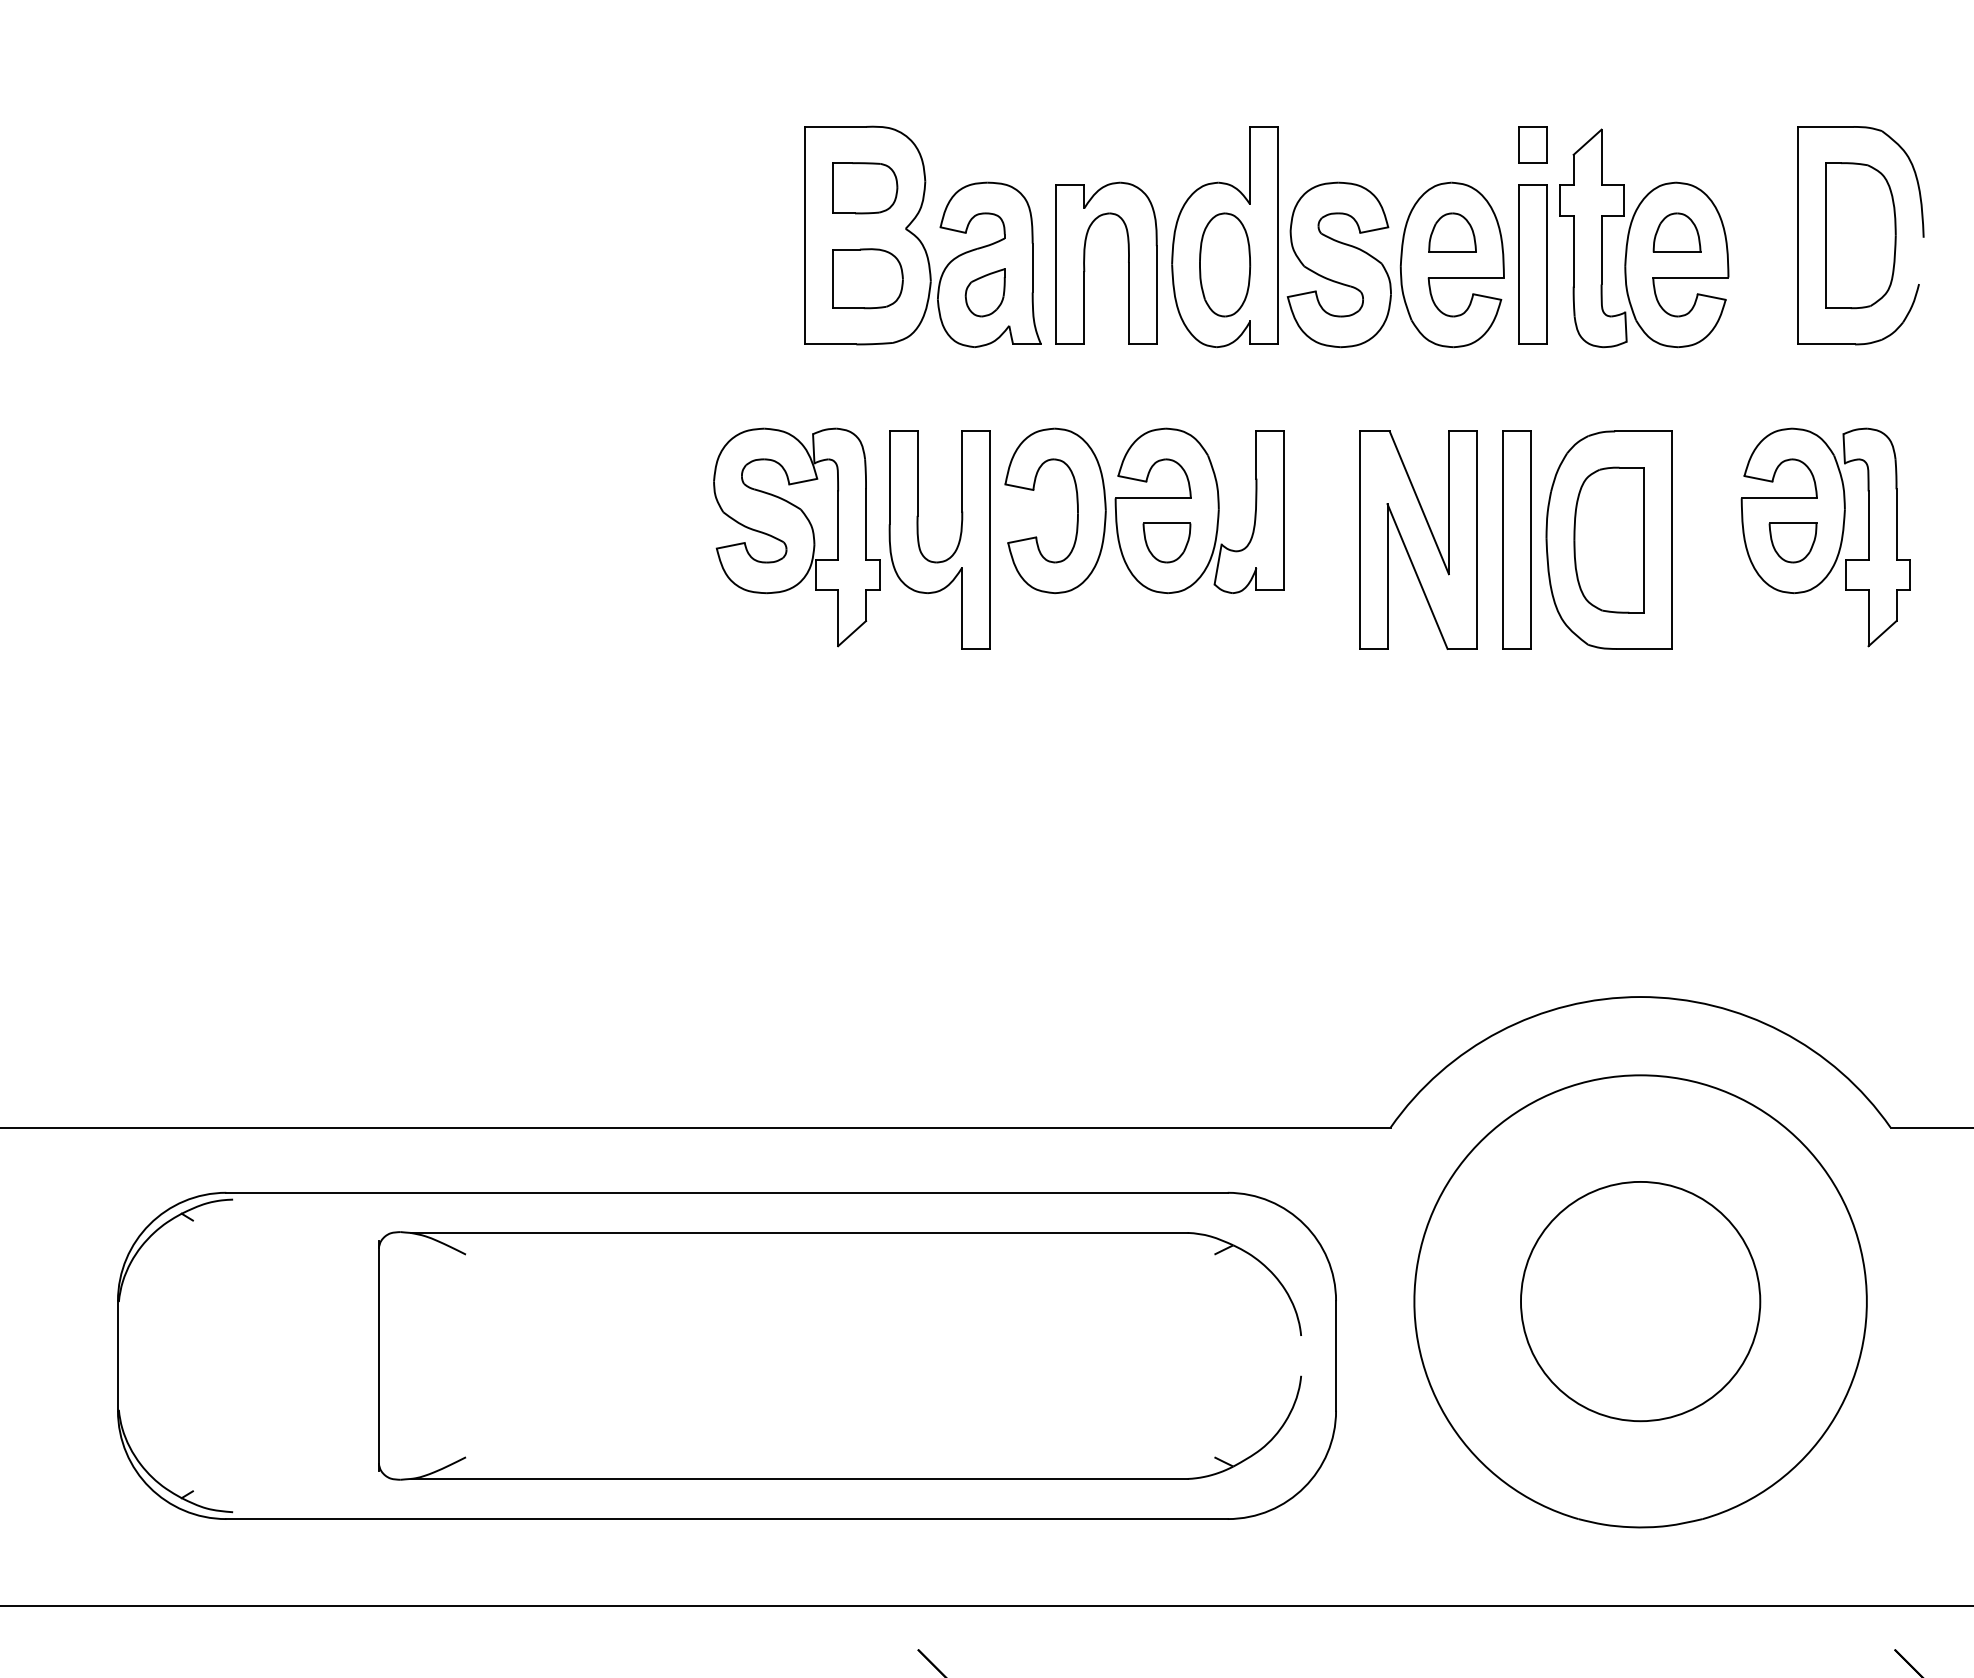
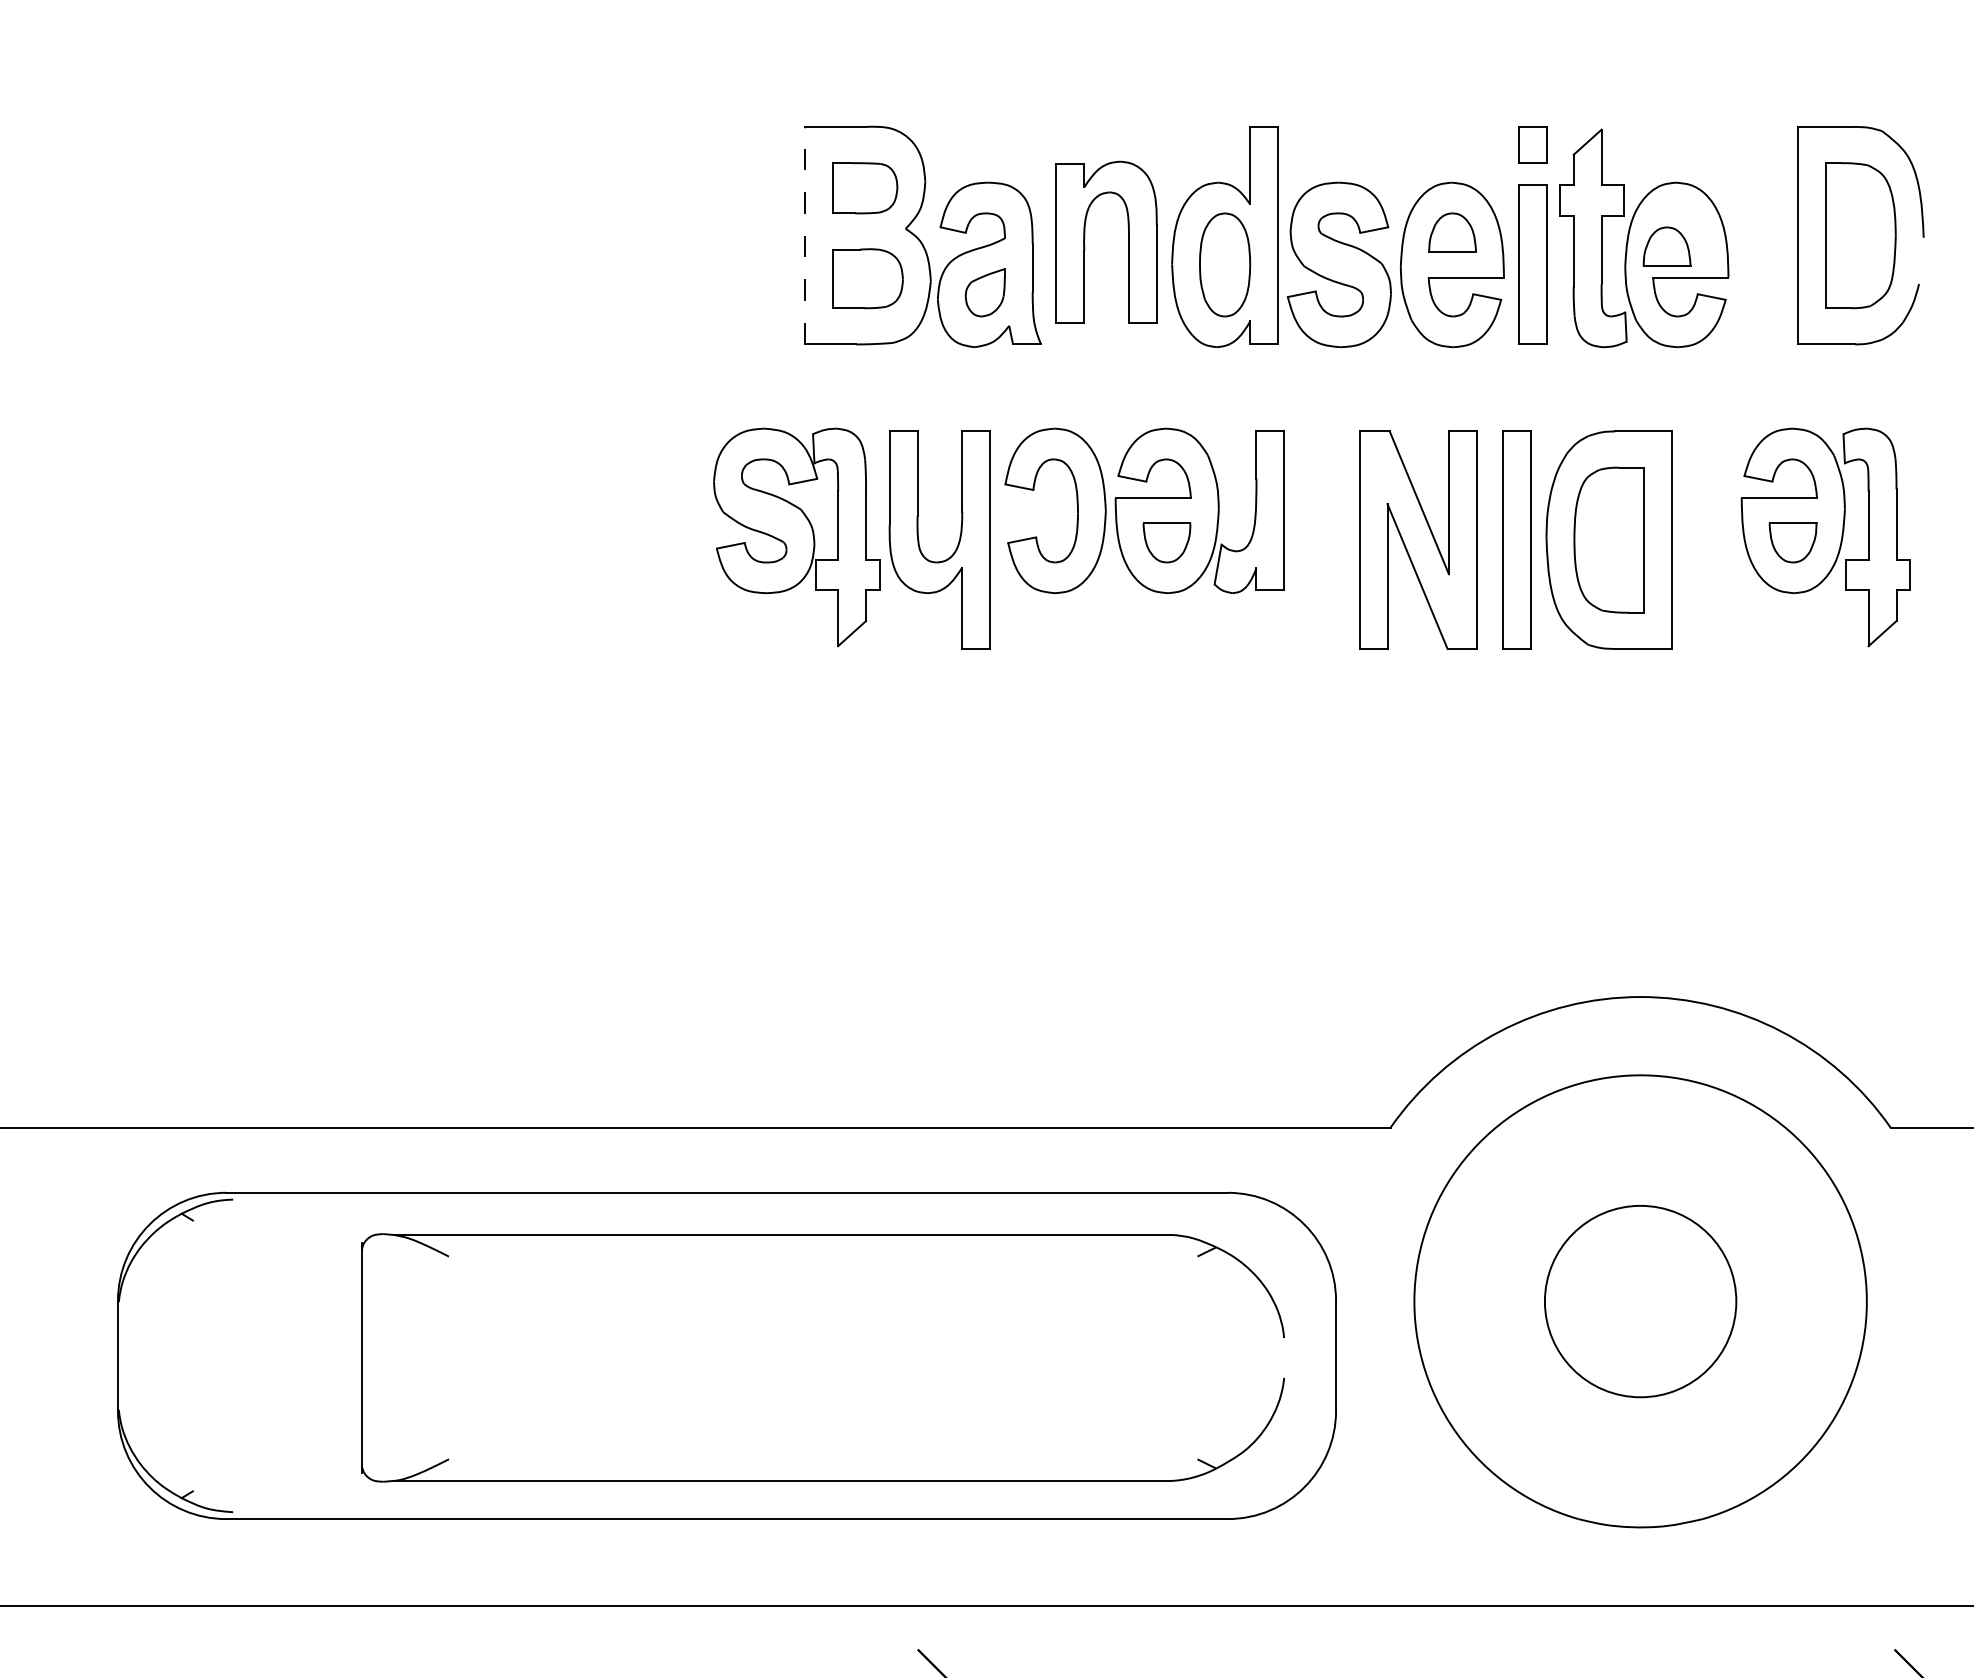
part at (1676, 232) position: (1676, 232) -> (1666, 246)
line at (805, 235): solid -> dashed
part at (1085, 259) position: (1085, 259) -> (1085, 238)
part at (839, 1233) position: (839, 1233) -> (822, 1235)
circle at (1640, 1301) diameter: 239 px -> 191 px
